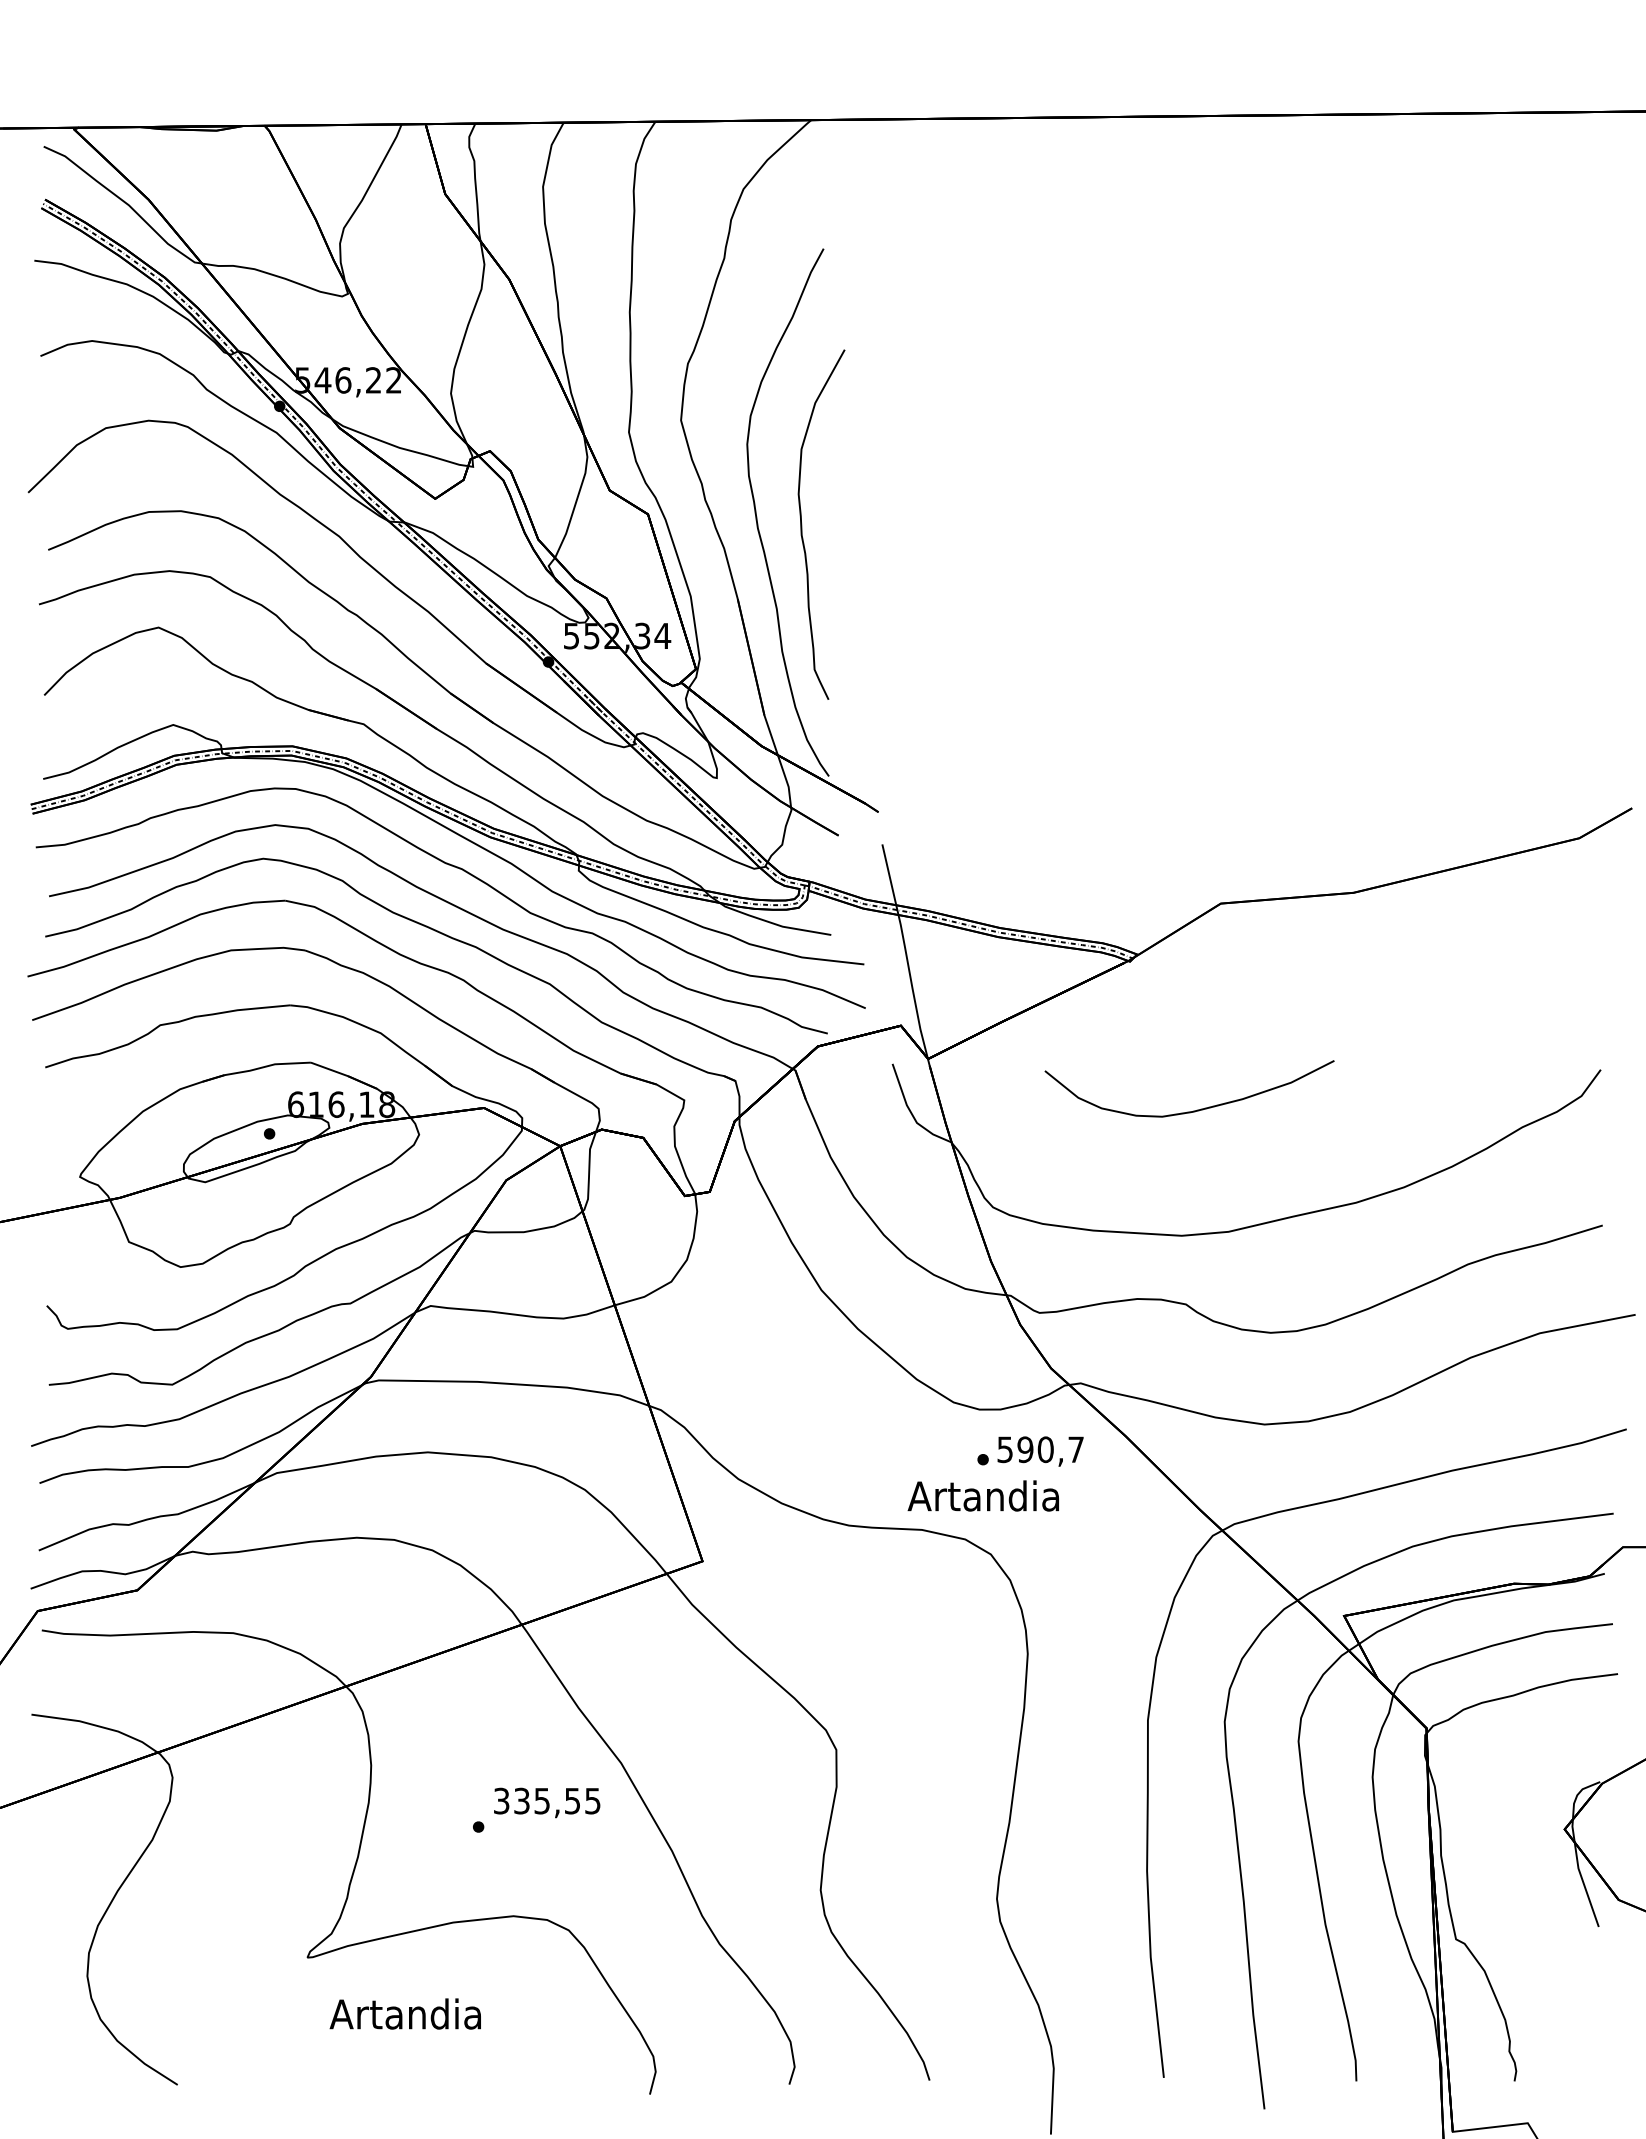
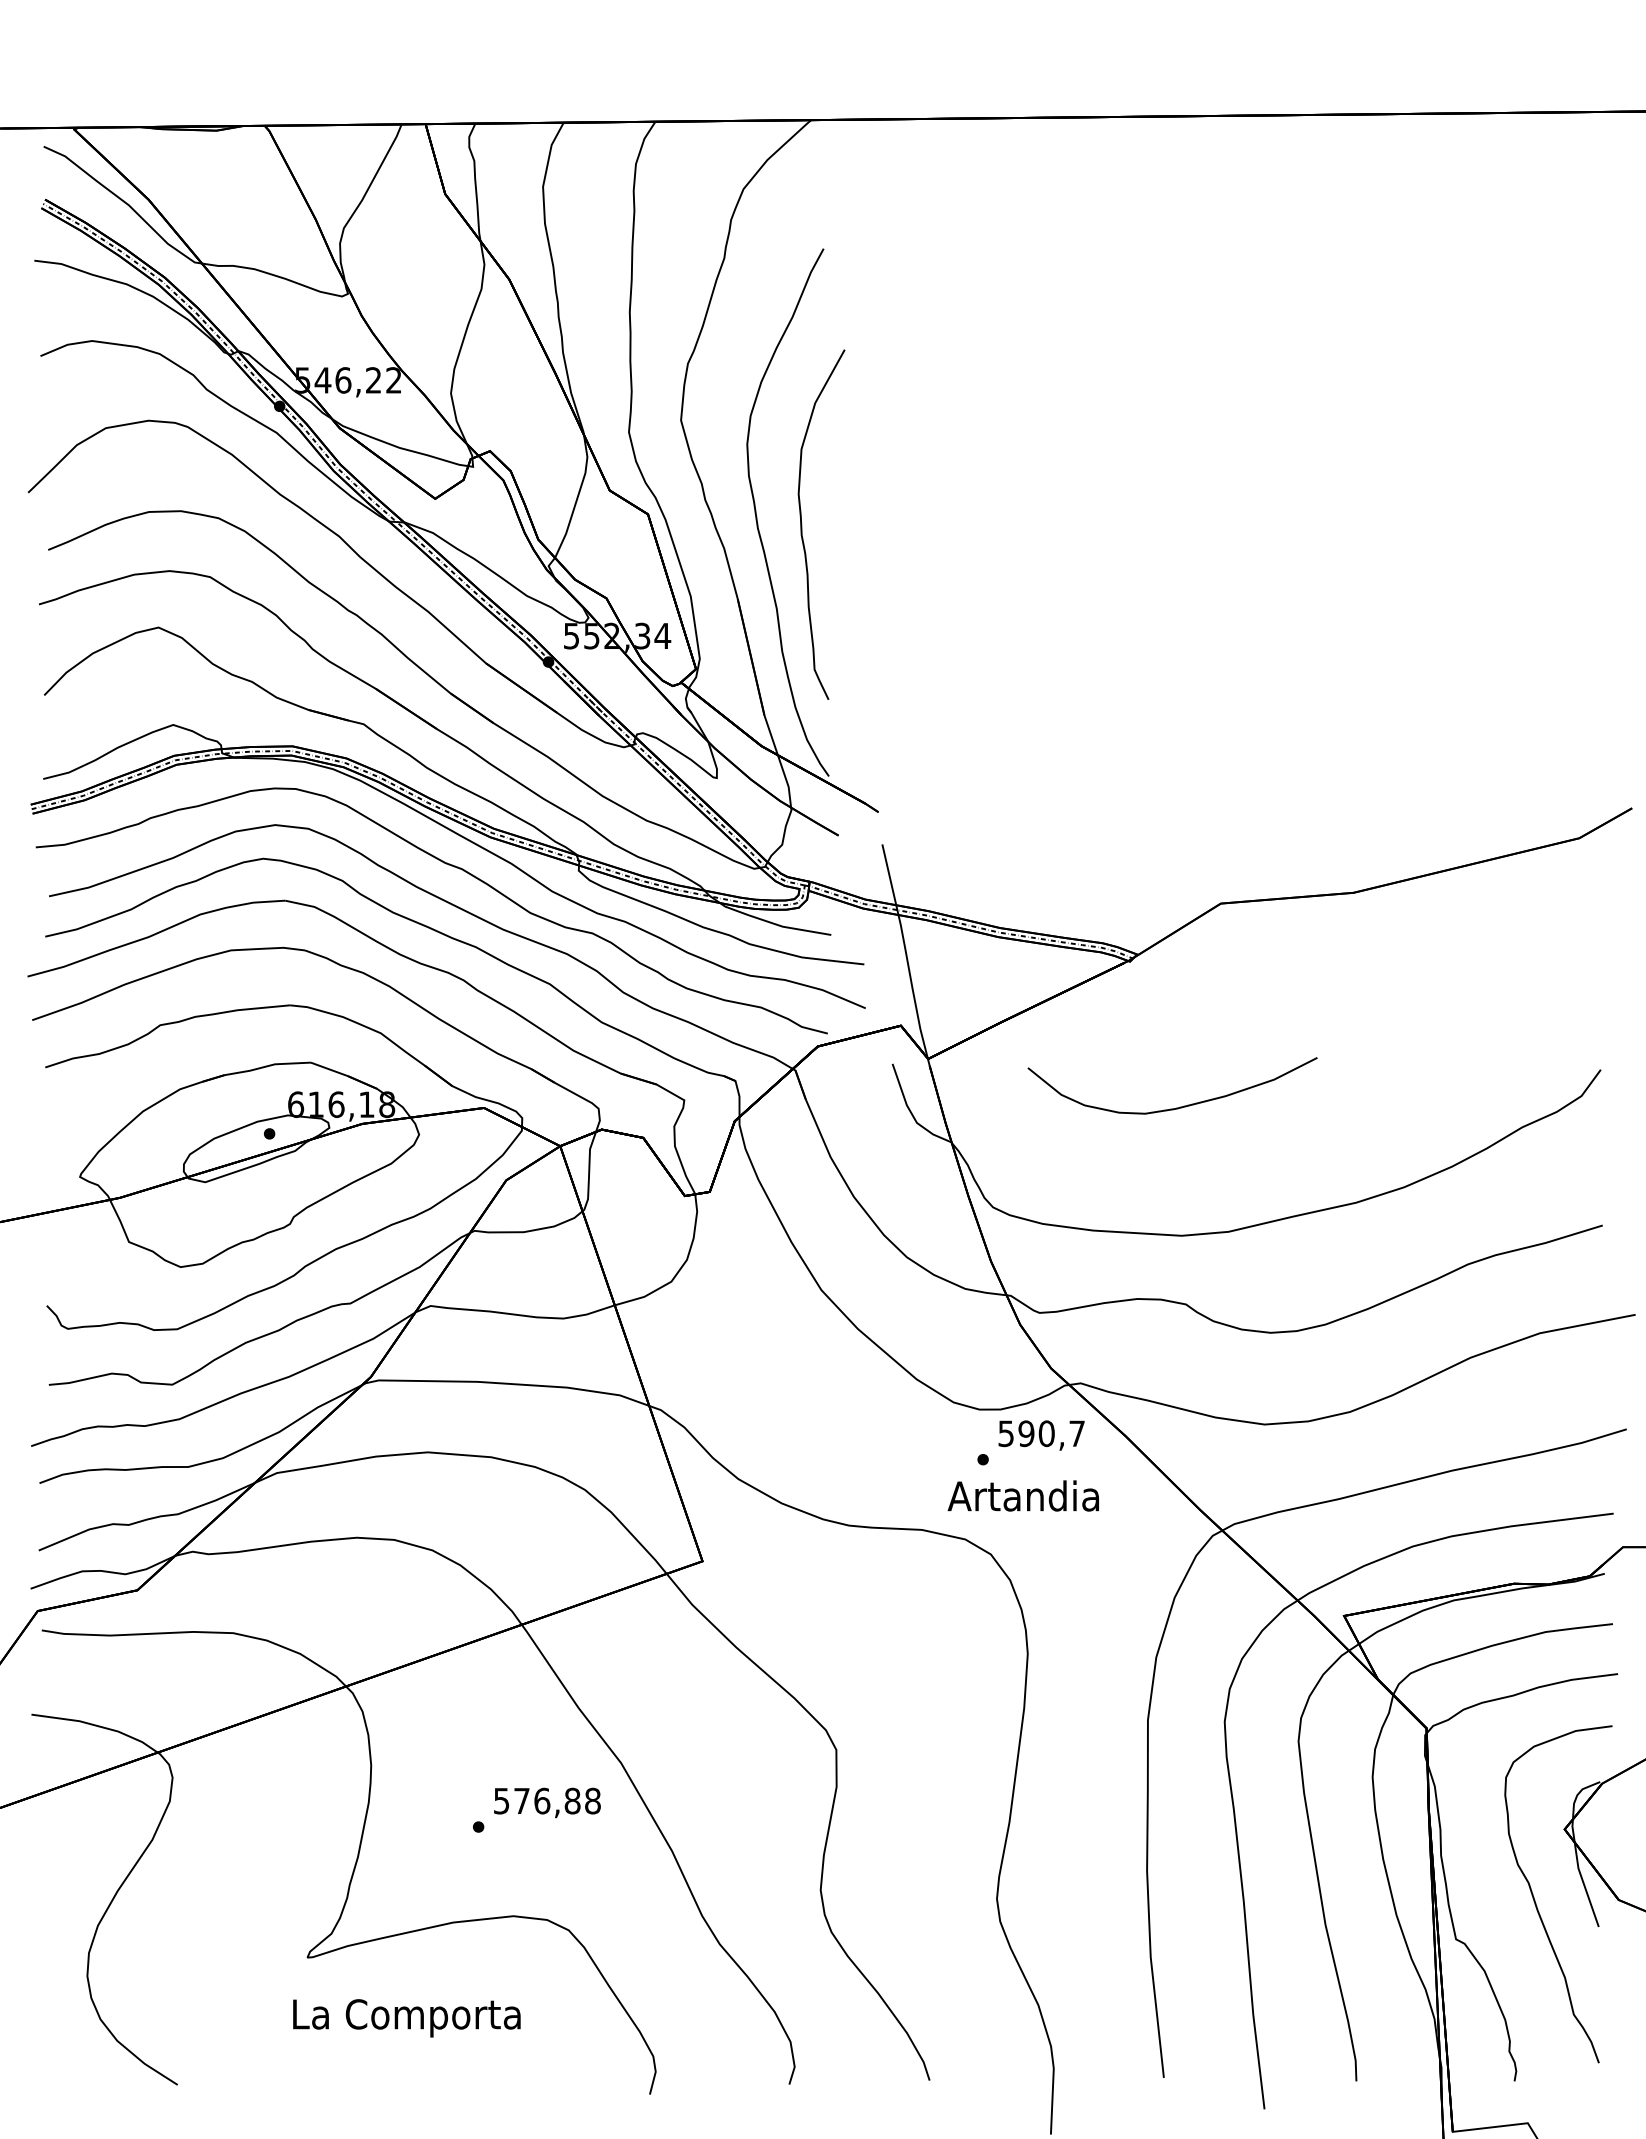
curve at (1193, 1110) position: (1193, 1110) -> (1176, 1107)
text at (1040, 1451) position: (1040, 1451) -> (1041, 1435)
text at (982, 1495) position: (982, 1495) -> (1022, 1495)
text at (547, 1800): 335,55 -> 576,88
curve at (1535, 1900): none -> present
text at (406, 2017): Artandia -> La Comporta
